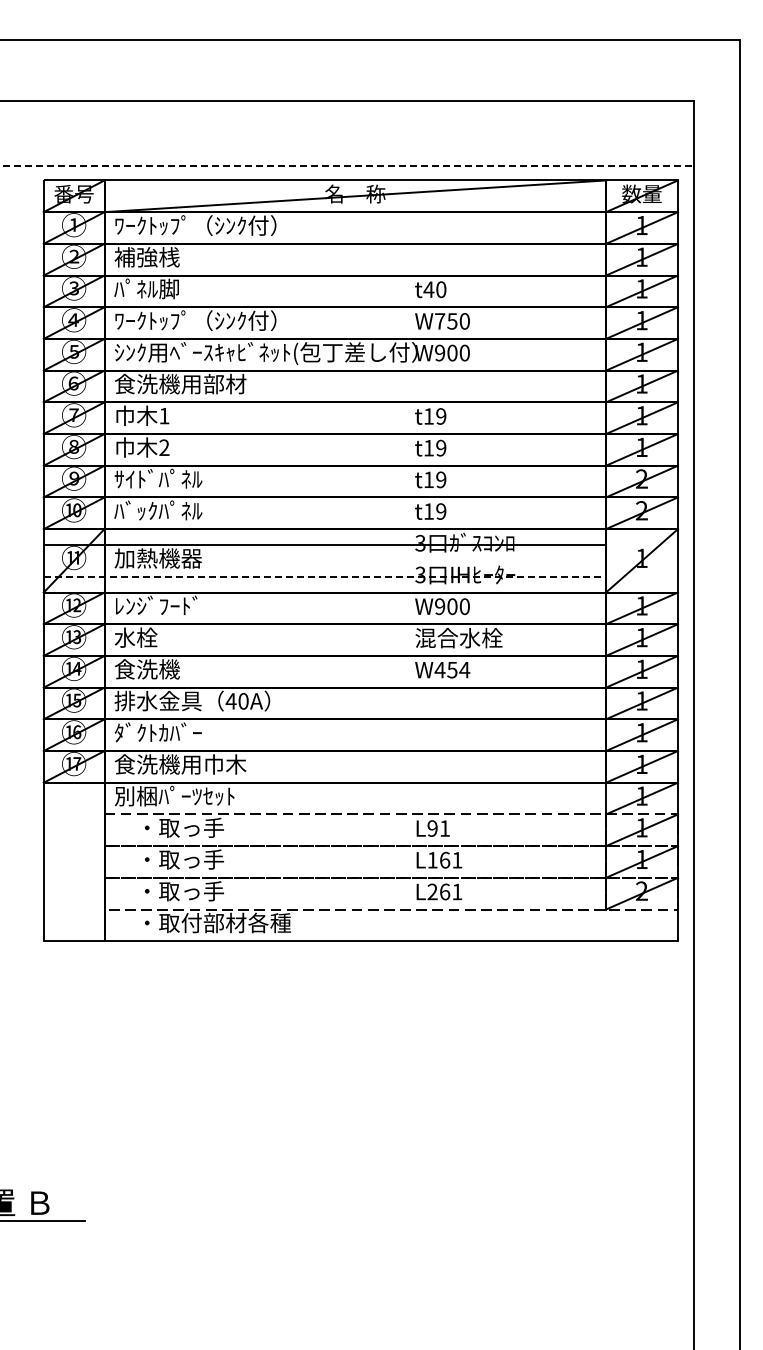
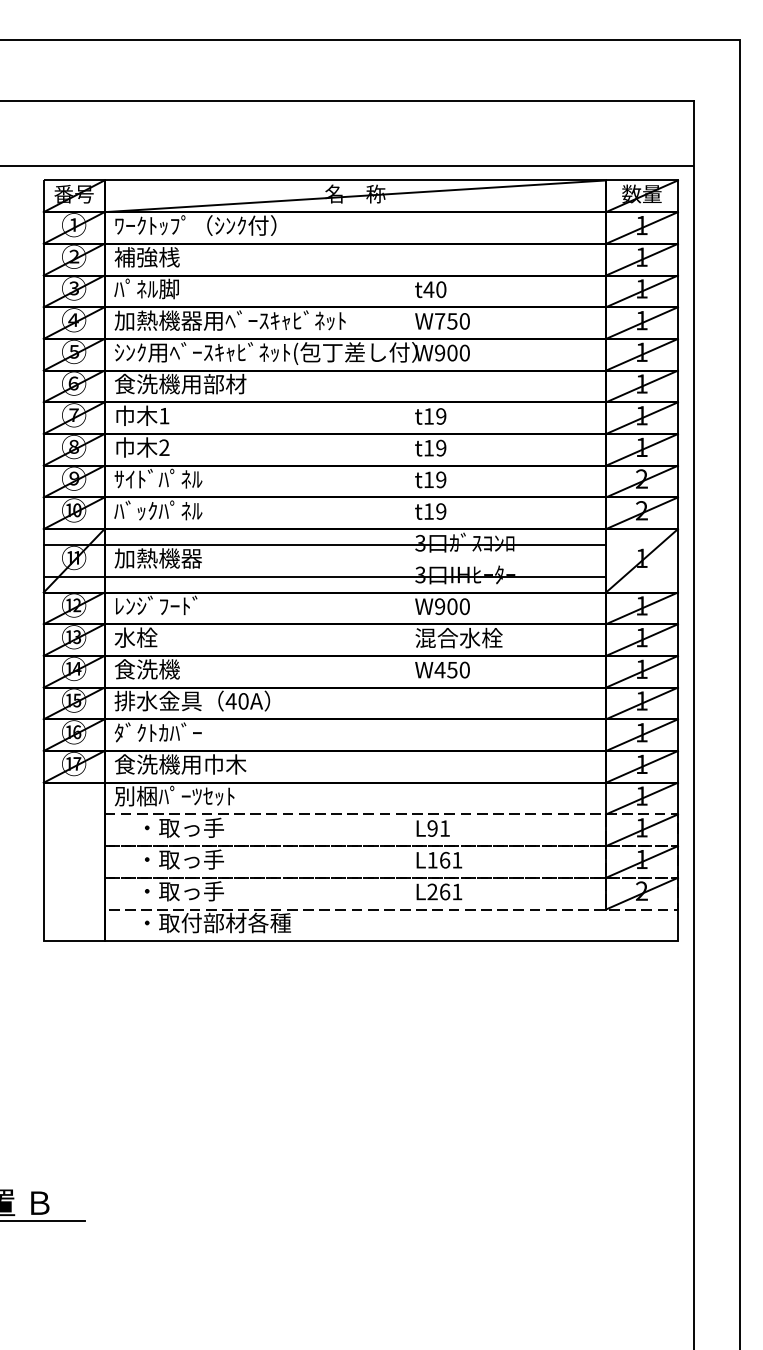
line at (347, 166): dashed -> solid
text at (229, 320): ﾜｰｸﾄｯﾌﾟ（ｼﾝｸ付） -> 加熱機器用ﾍﾞｰｽｷｬﾋﾞﾈｯﾄ
line at (325, 576): dashed -> solid
text at (464, 669): W454 -> W450
